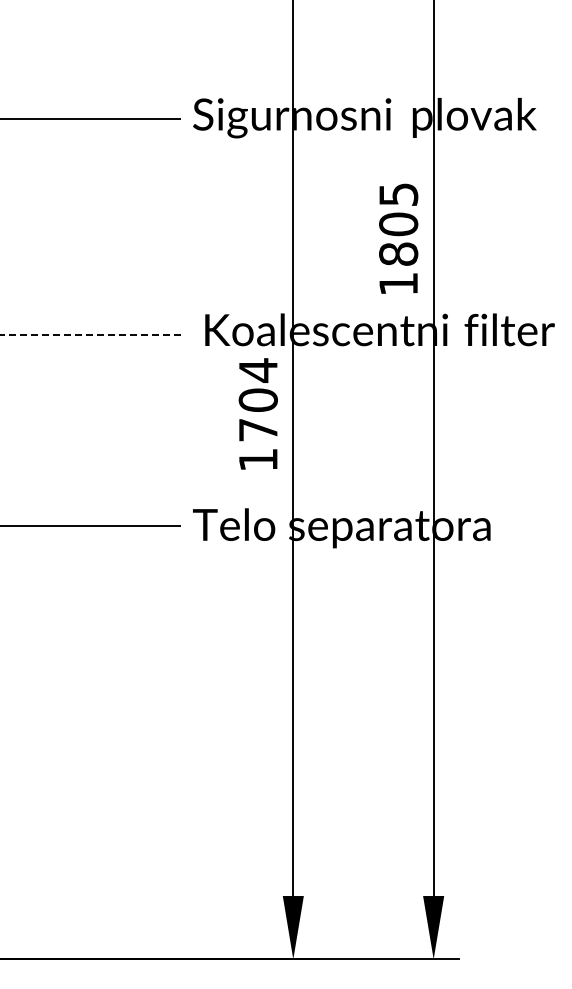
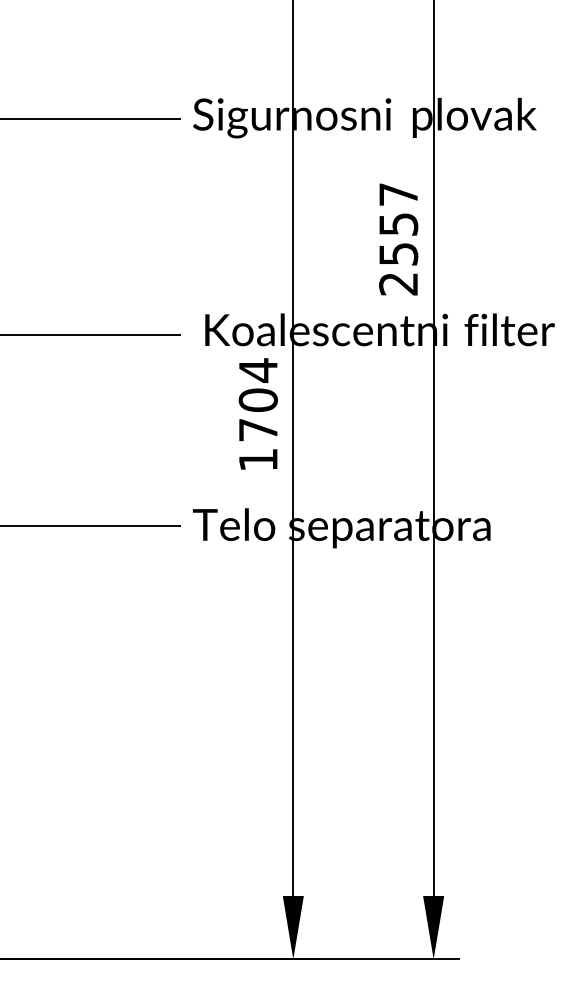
text at (398, 239): 1805 -> 2557
line at (90, 335): dashed -> solid
